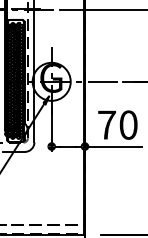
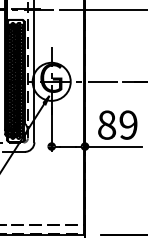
text at (117, 124): 70 -> 89
